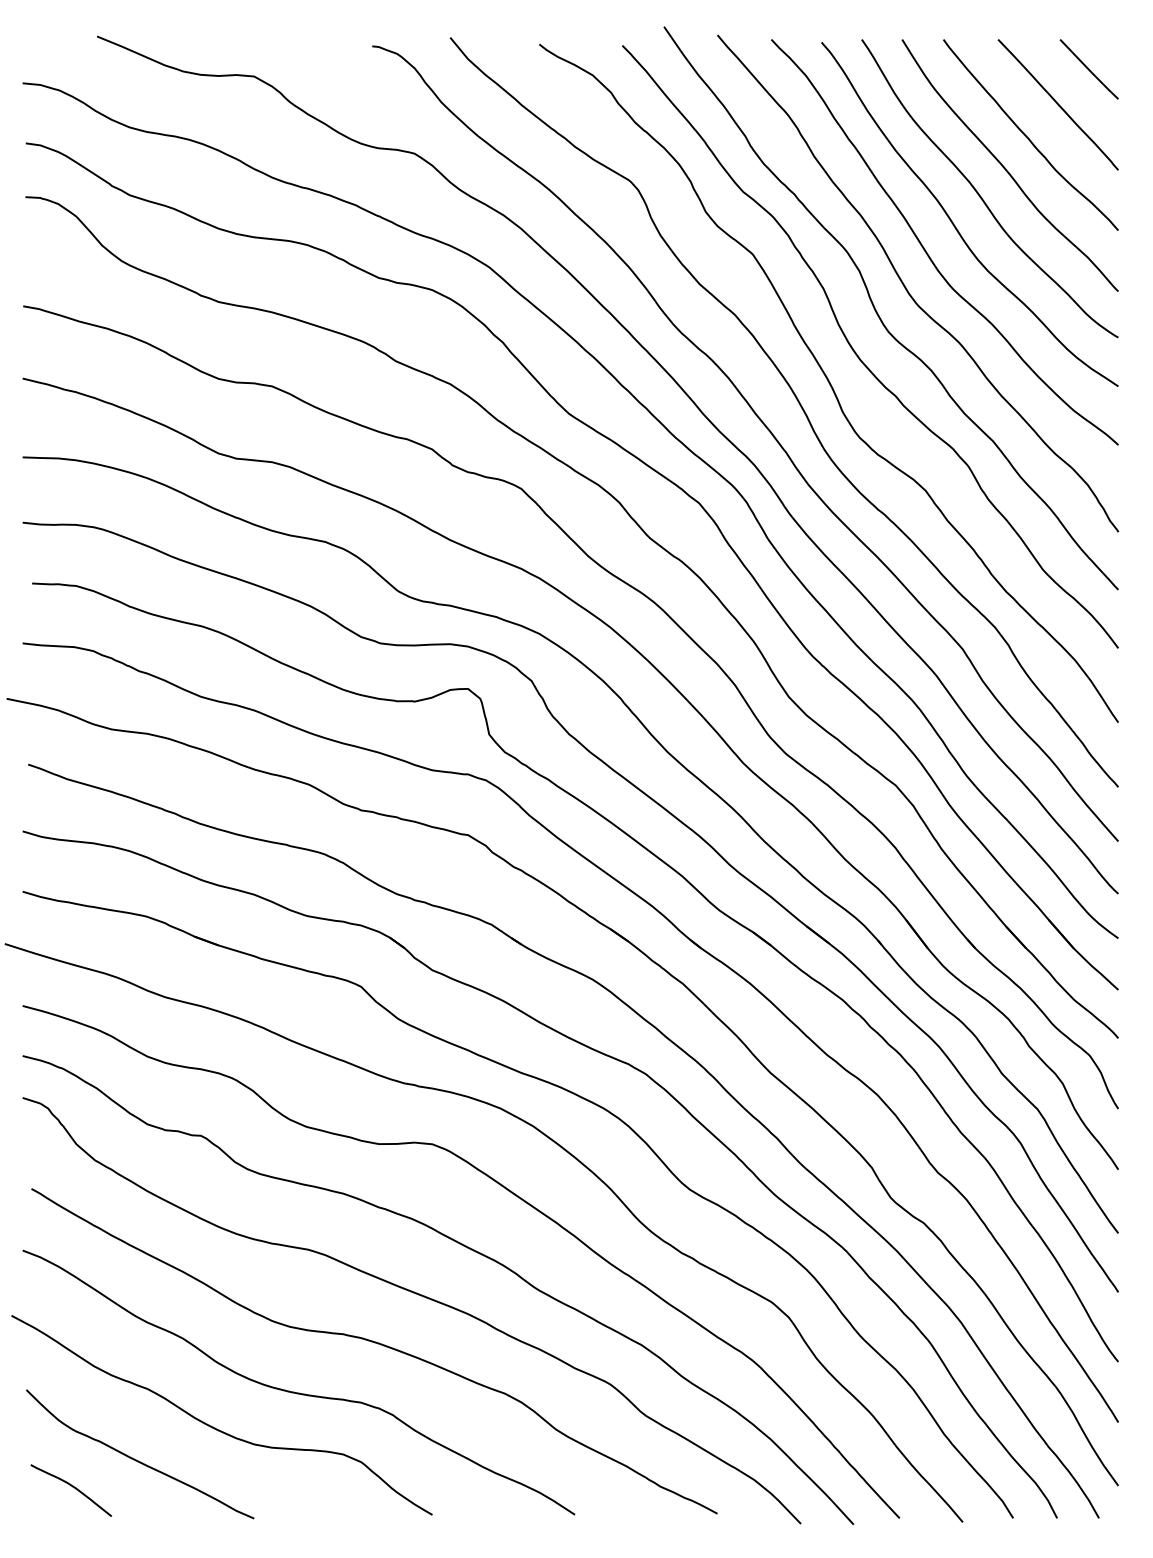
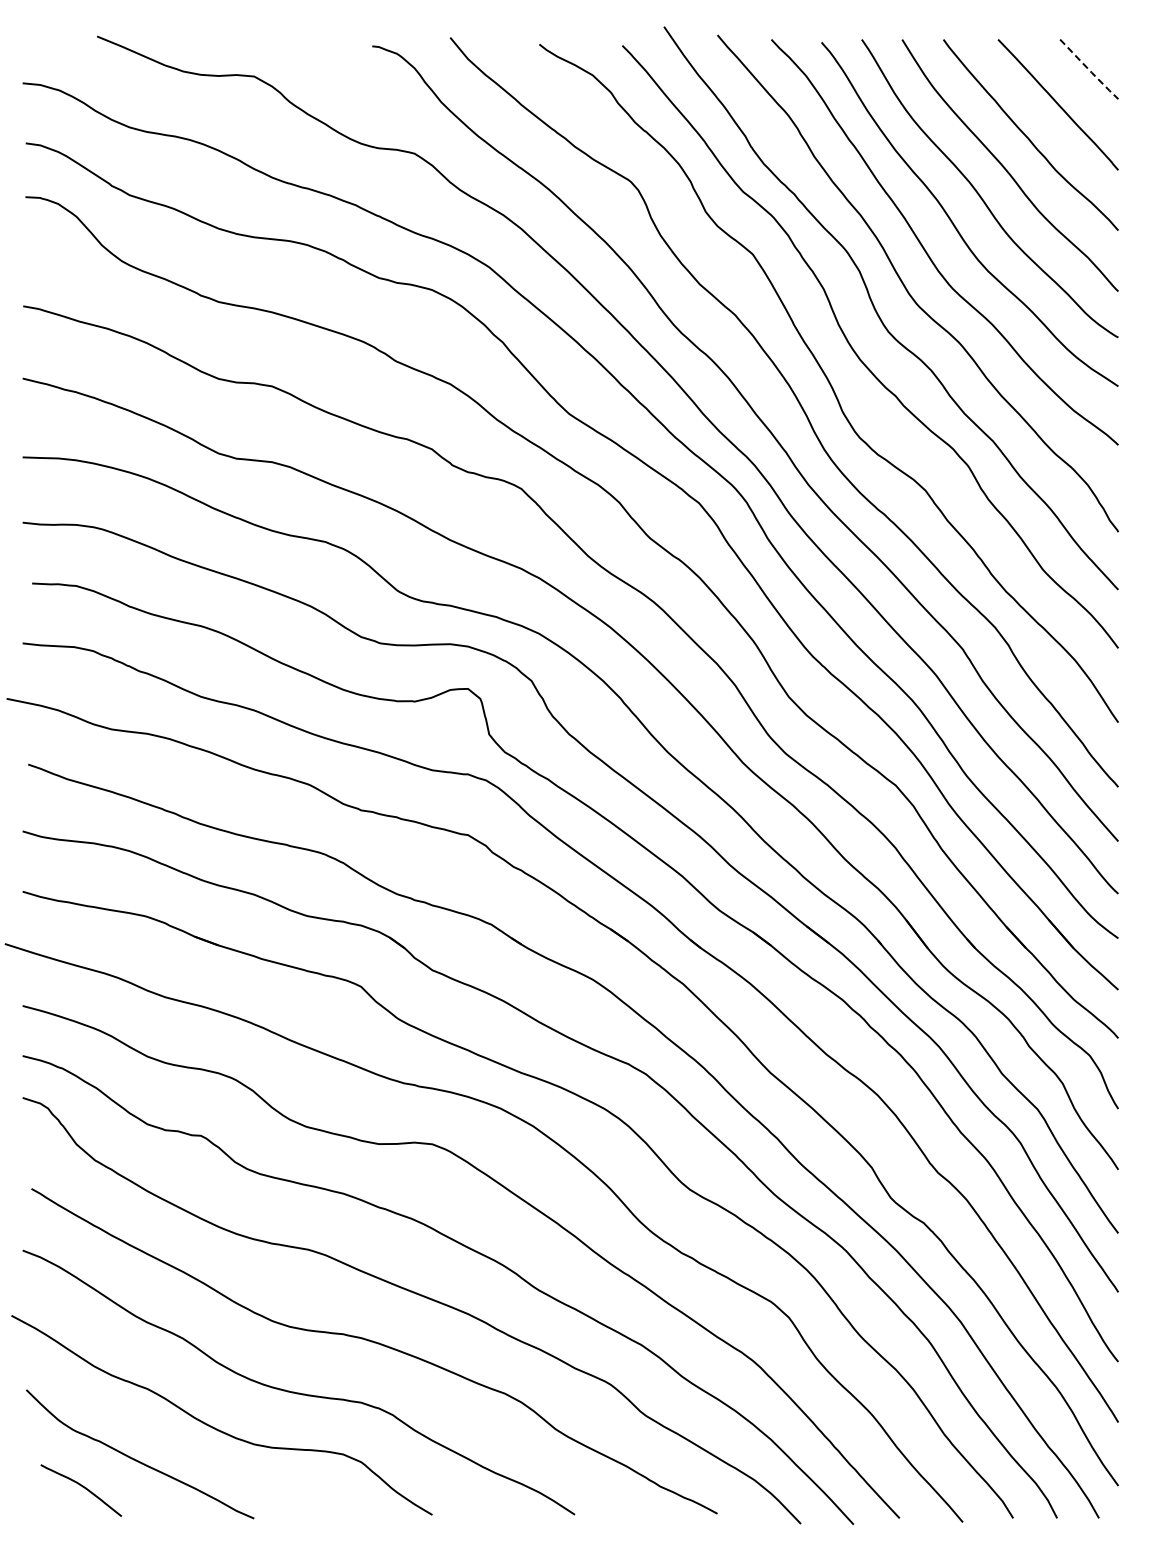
line at (1090, 71): solid -> dashed
curve at (72, 1487) position: (72, 1487) -> (82, 1487)
